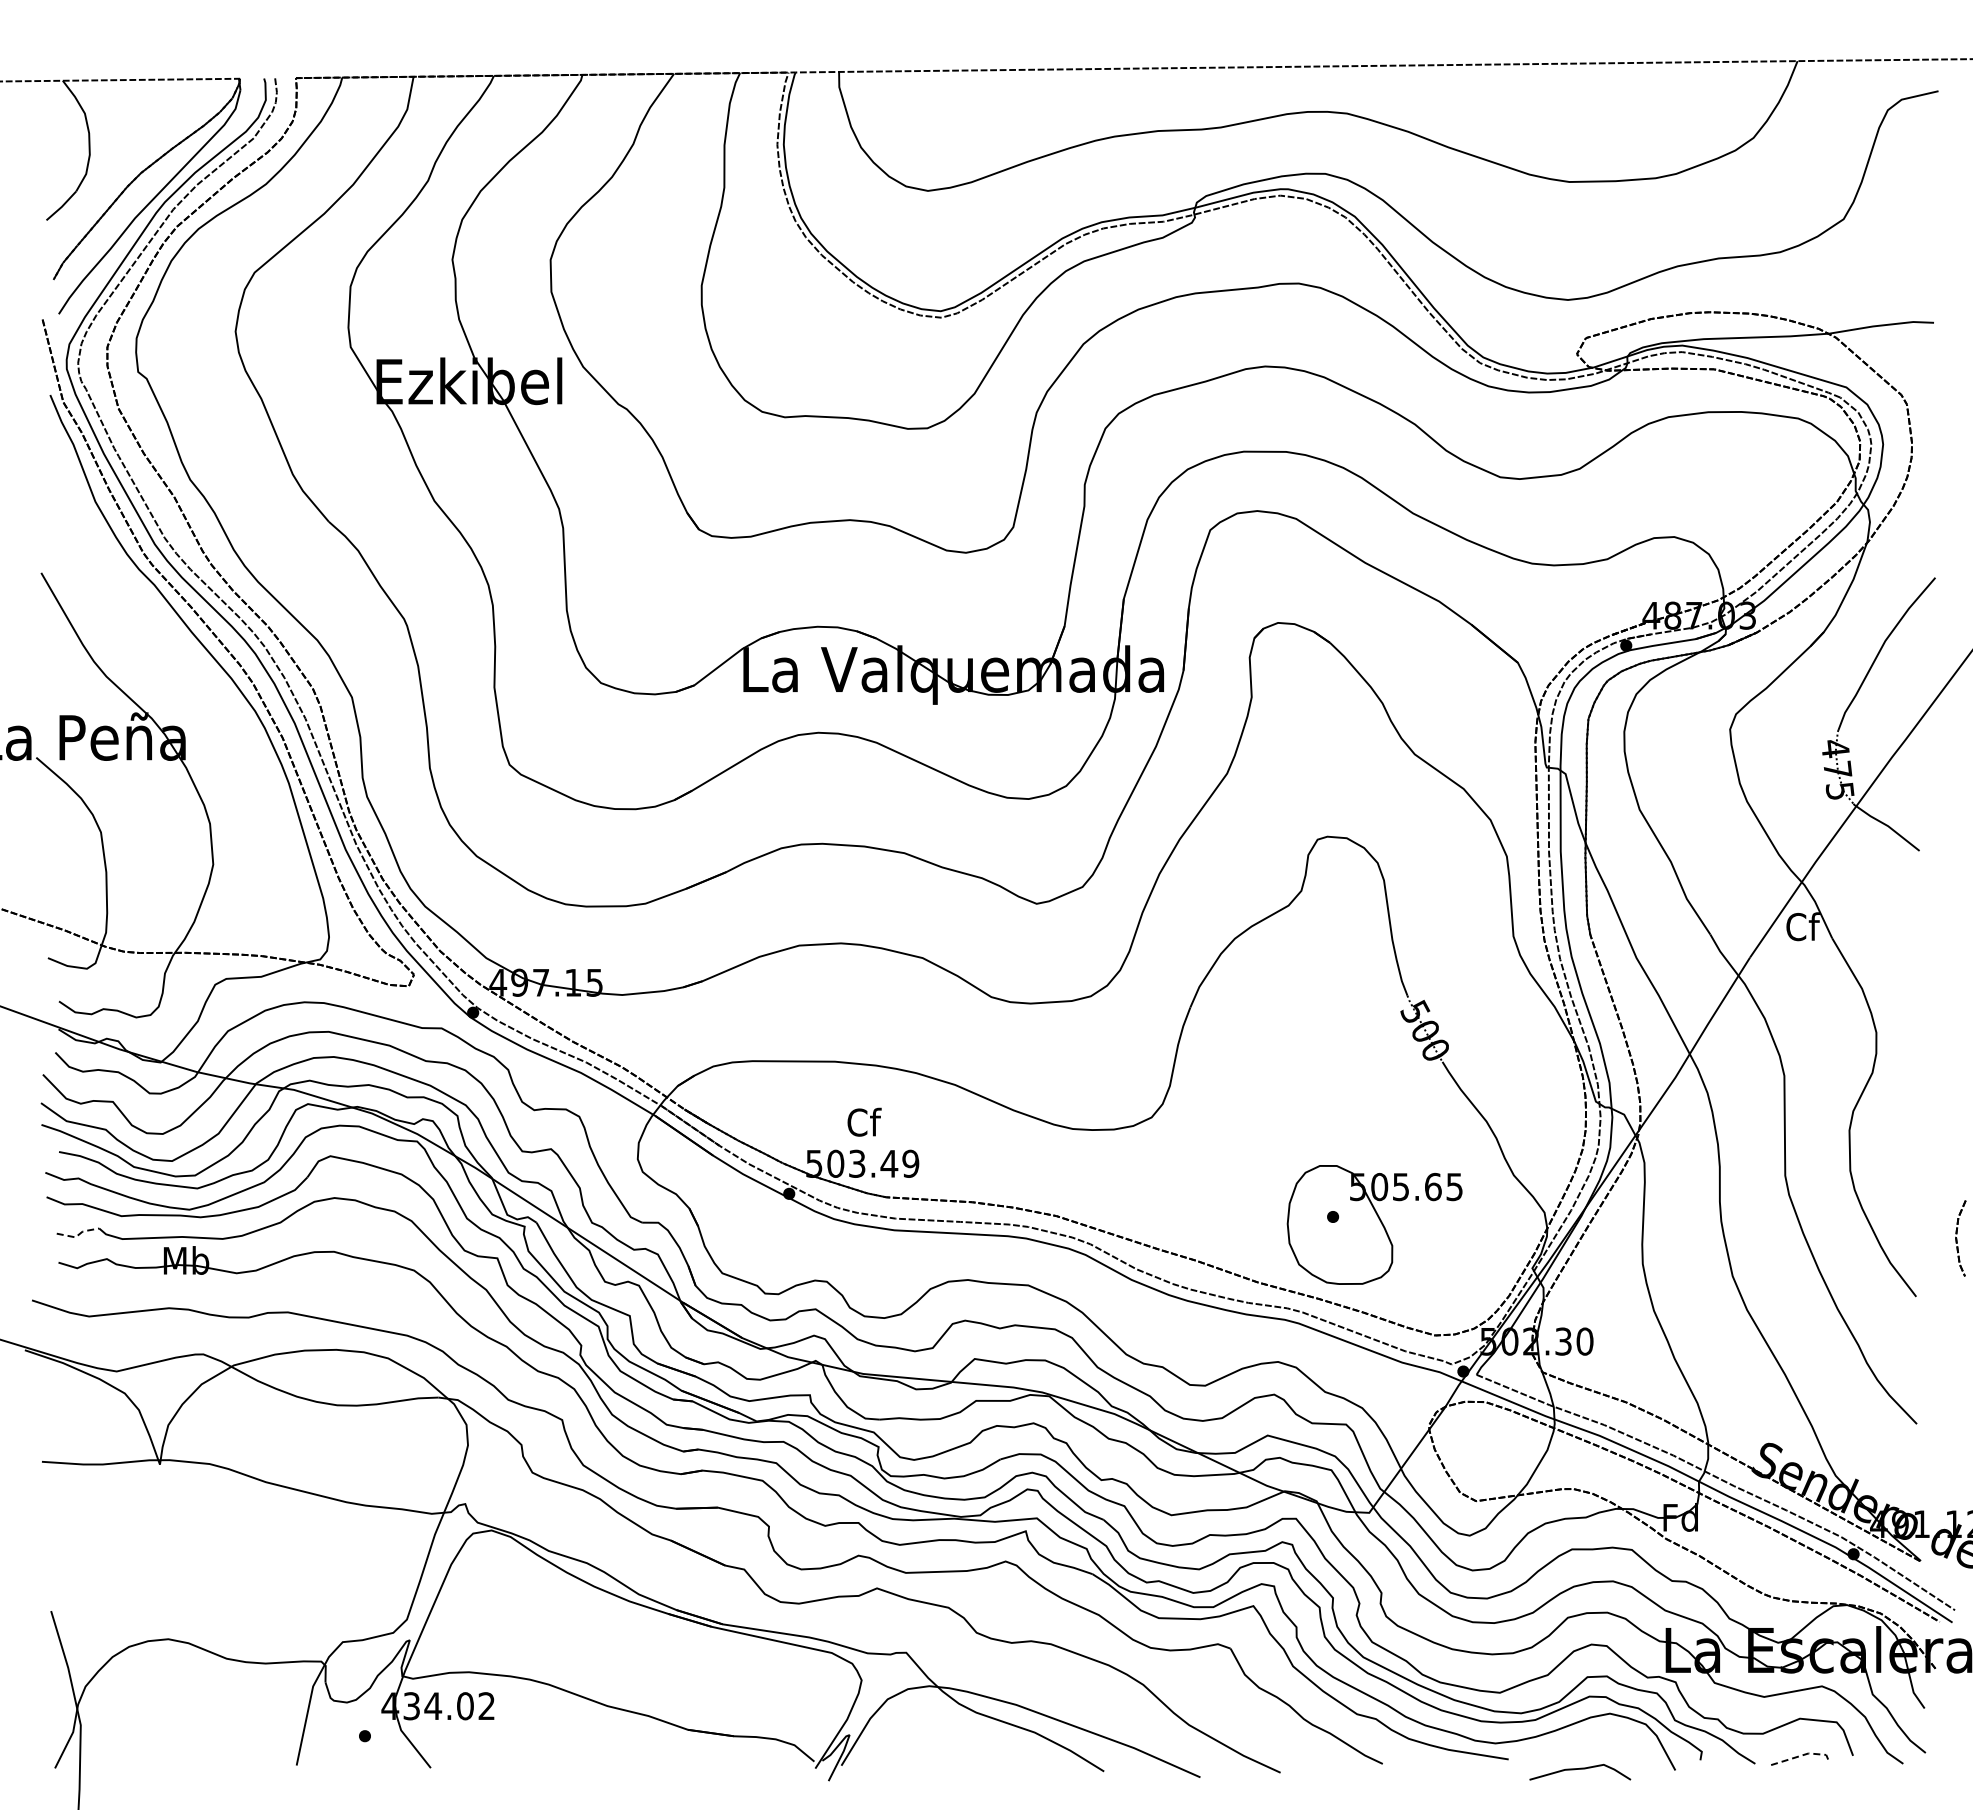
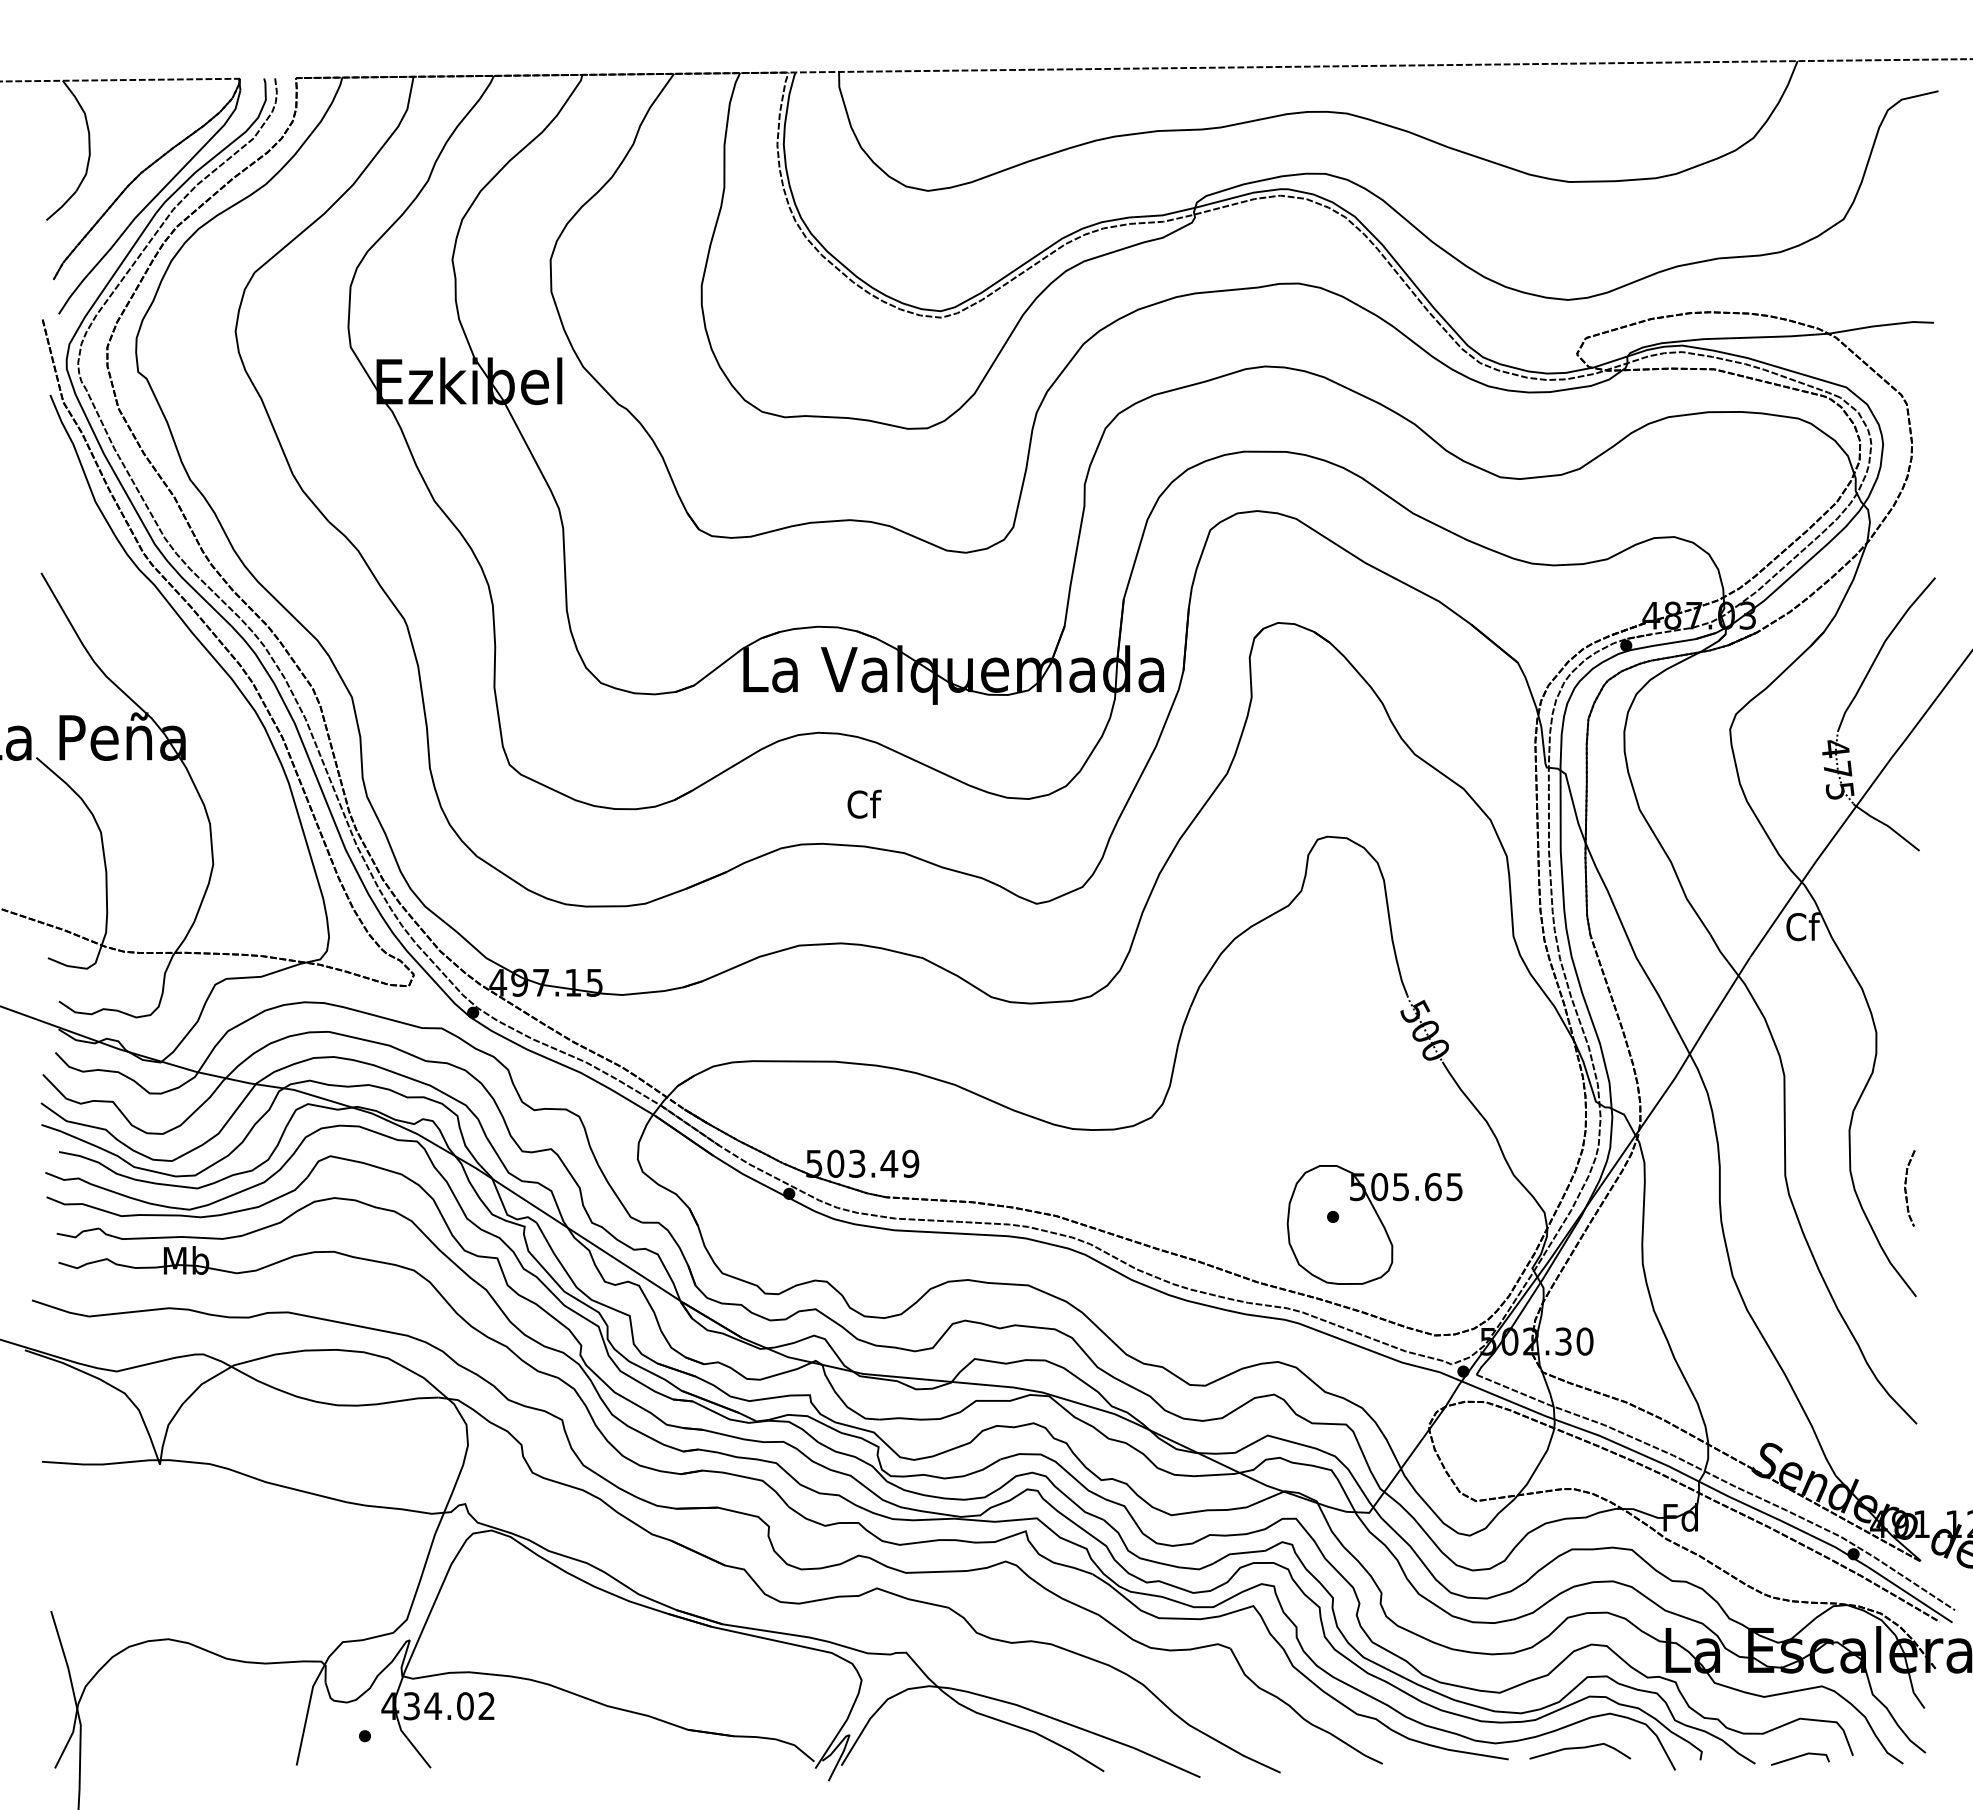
text at (864, 1121) position: (864, 1121) -> (864, 803)
line at (78, 1235): dashed -> solid
part at (1960, 1238) position: (1960, 1238) -> (1909, 1188)
line at (1802, 1755): dashed -> solid
curve at (1580, 1769) position: (1580, 1769) -> (1580, 1748)
